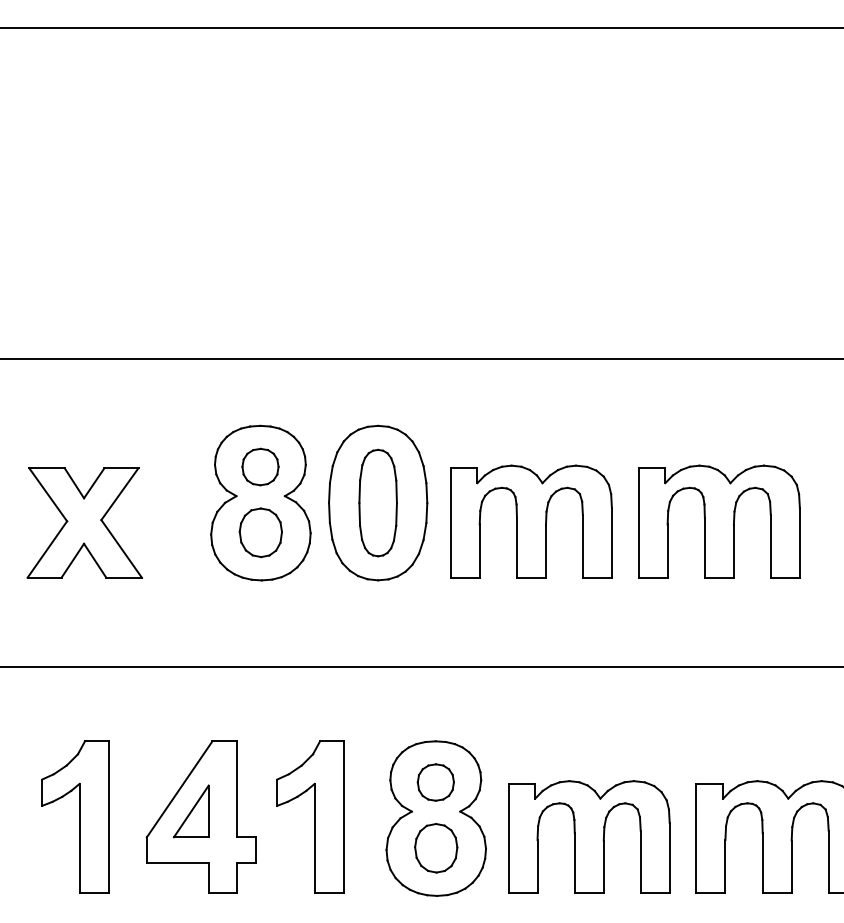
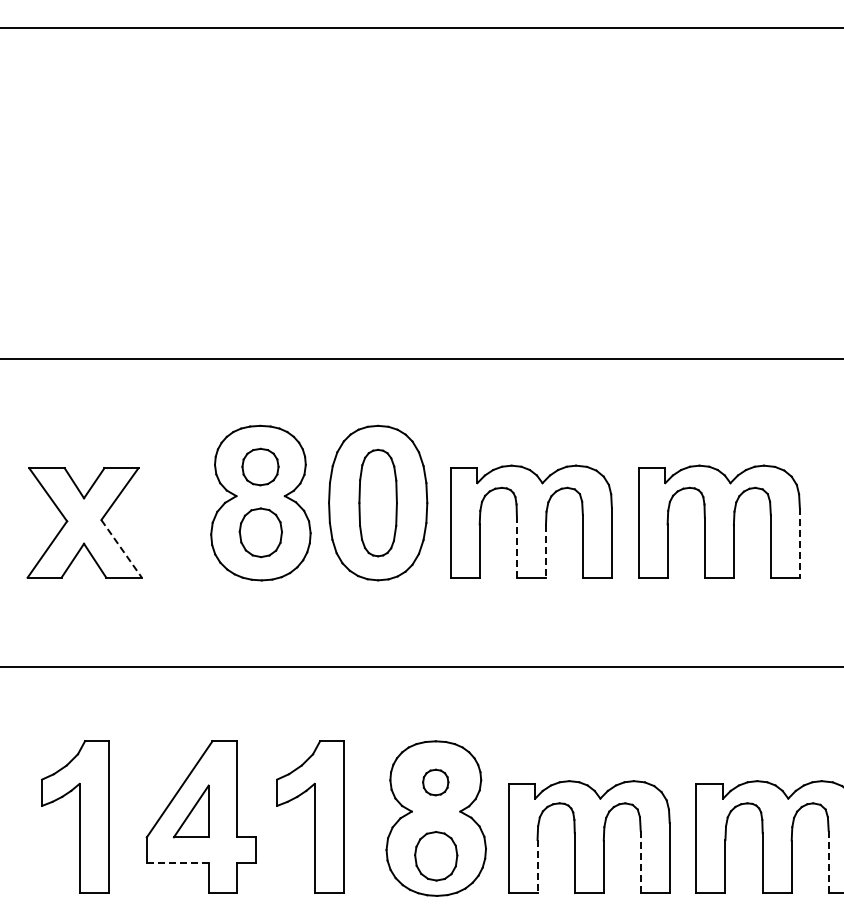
line at (799, 543): solid -> dashed
line at (516, 547): solid -> dashed
line at (121, 549): solid -> dashed
line at (545, 551): solid -> dashed
part at (435, 782) size: 39x39 px -> 28x29 px
part at (436, 848) position: (436, 848) -> (436, 856)
line at (640, 861): solid -> dashed
line at (828, 861): solid -> dashed
line at (177, 862): solid -> dashed
line at (537, 866): solid -> dashed
